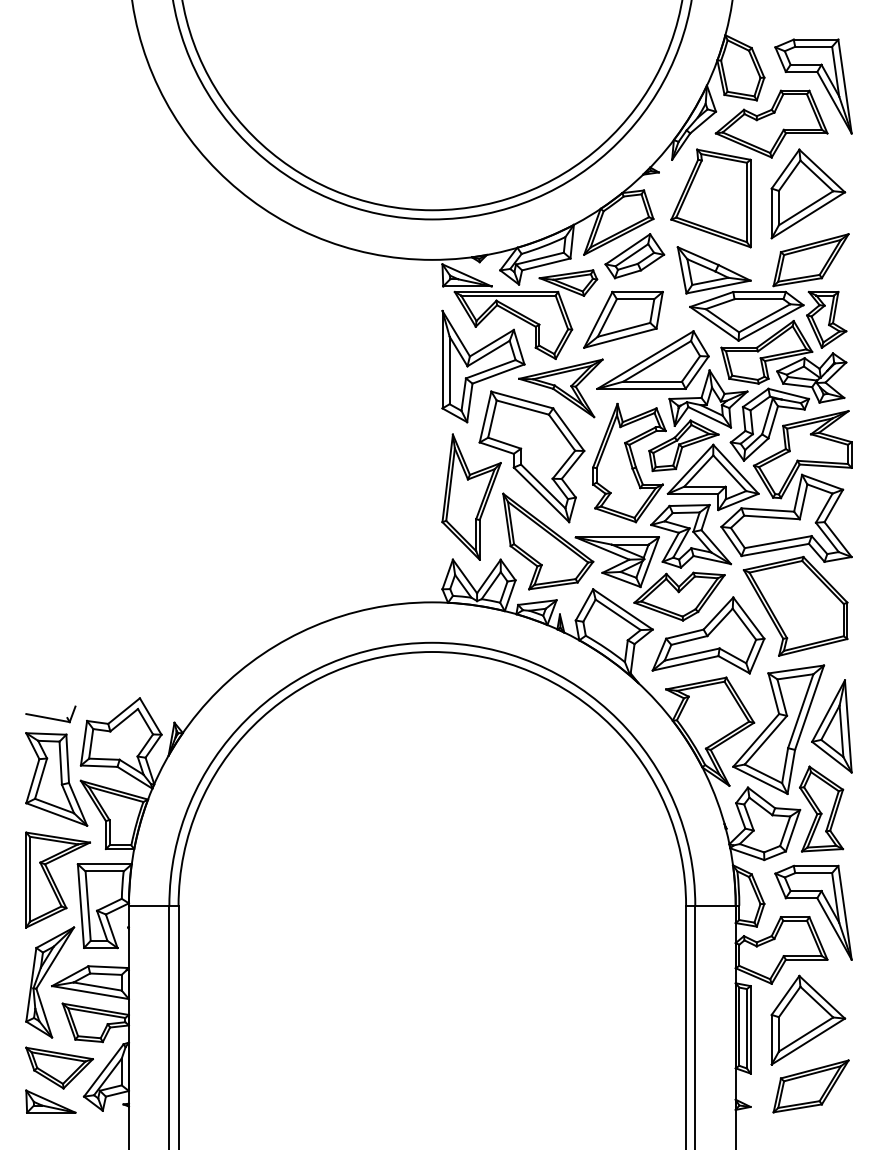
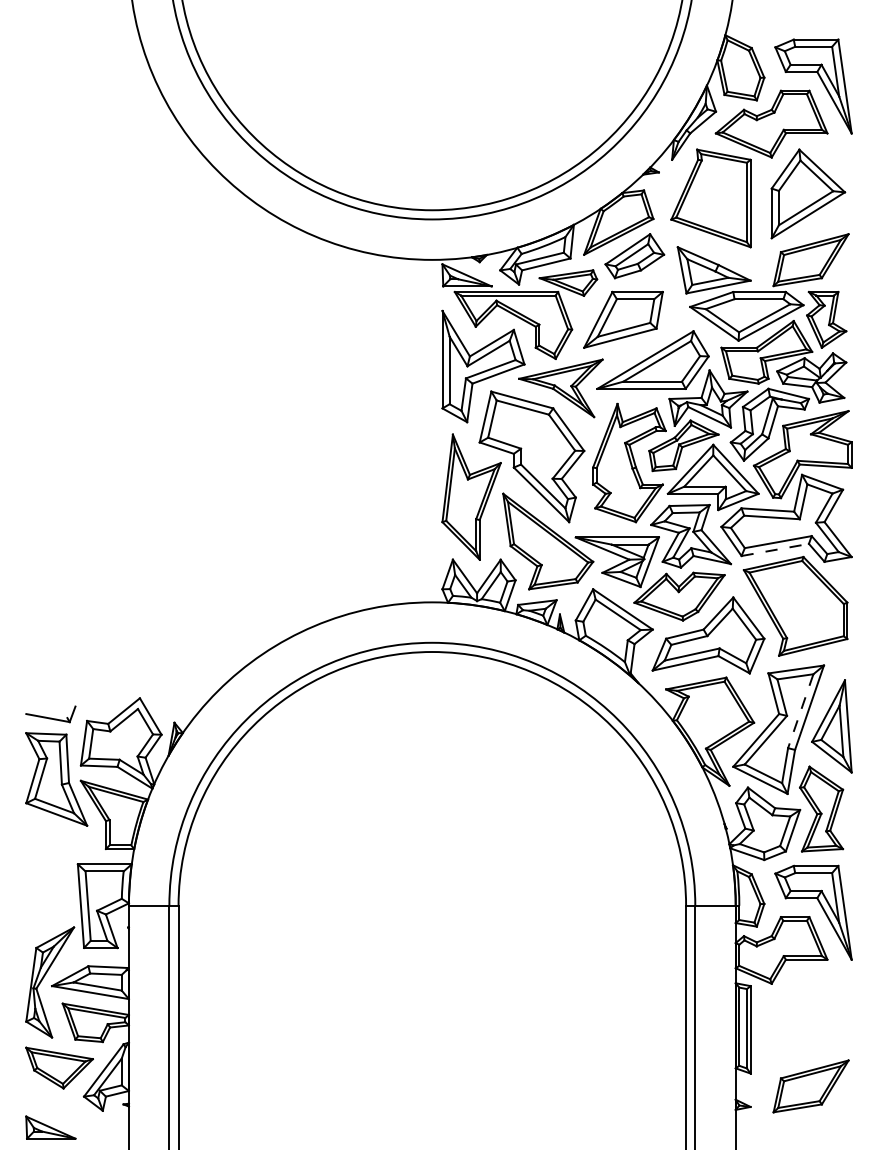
line at (775, 549): solid -> dashed
line at (800, 711): solid -> dashed
part at (57, 879): present -> none
part at (808, 1019): present -> none
part at (50, 1101) position: (50, 1101) -> (50, 1127)
